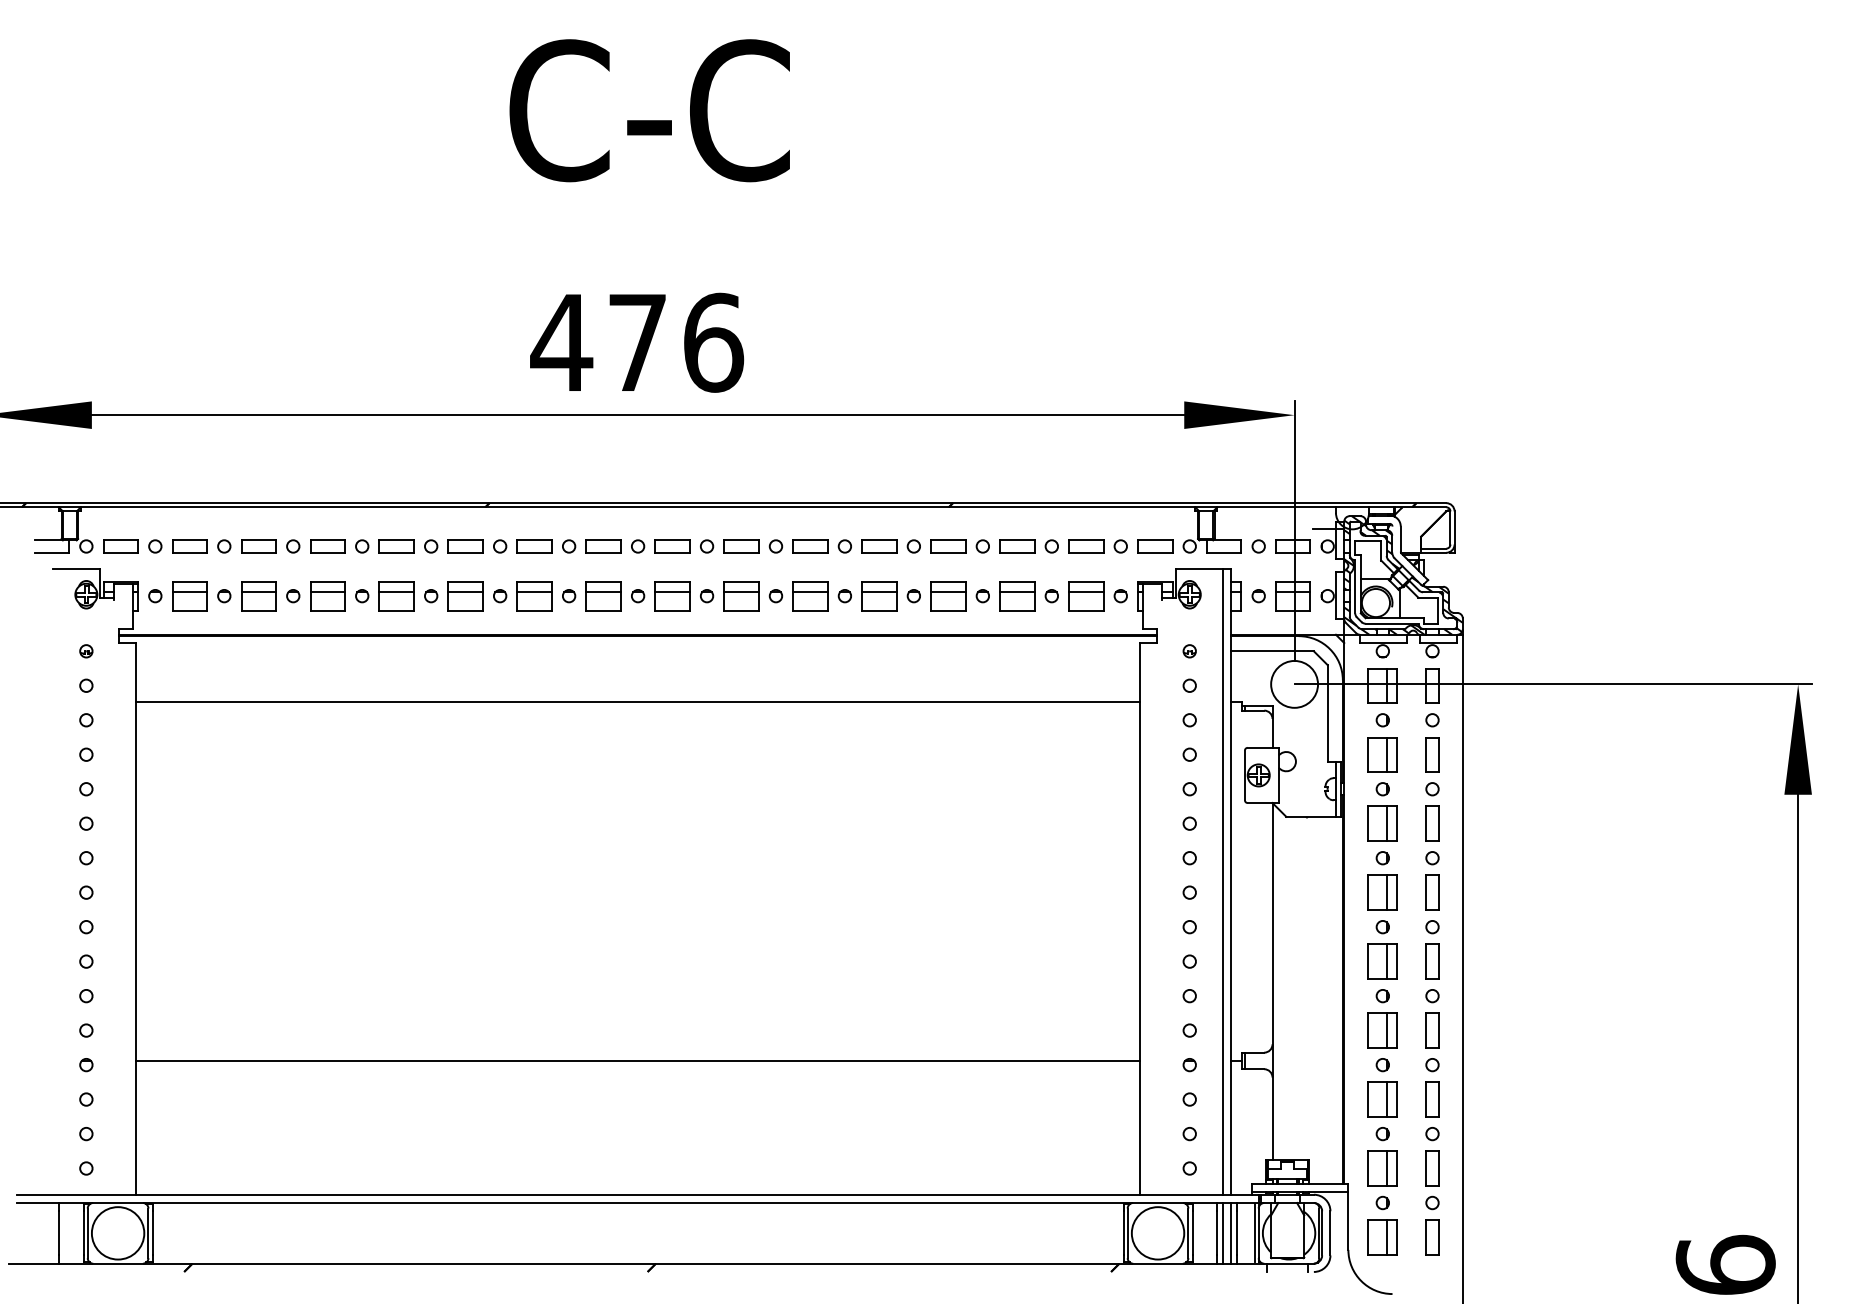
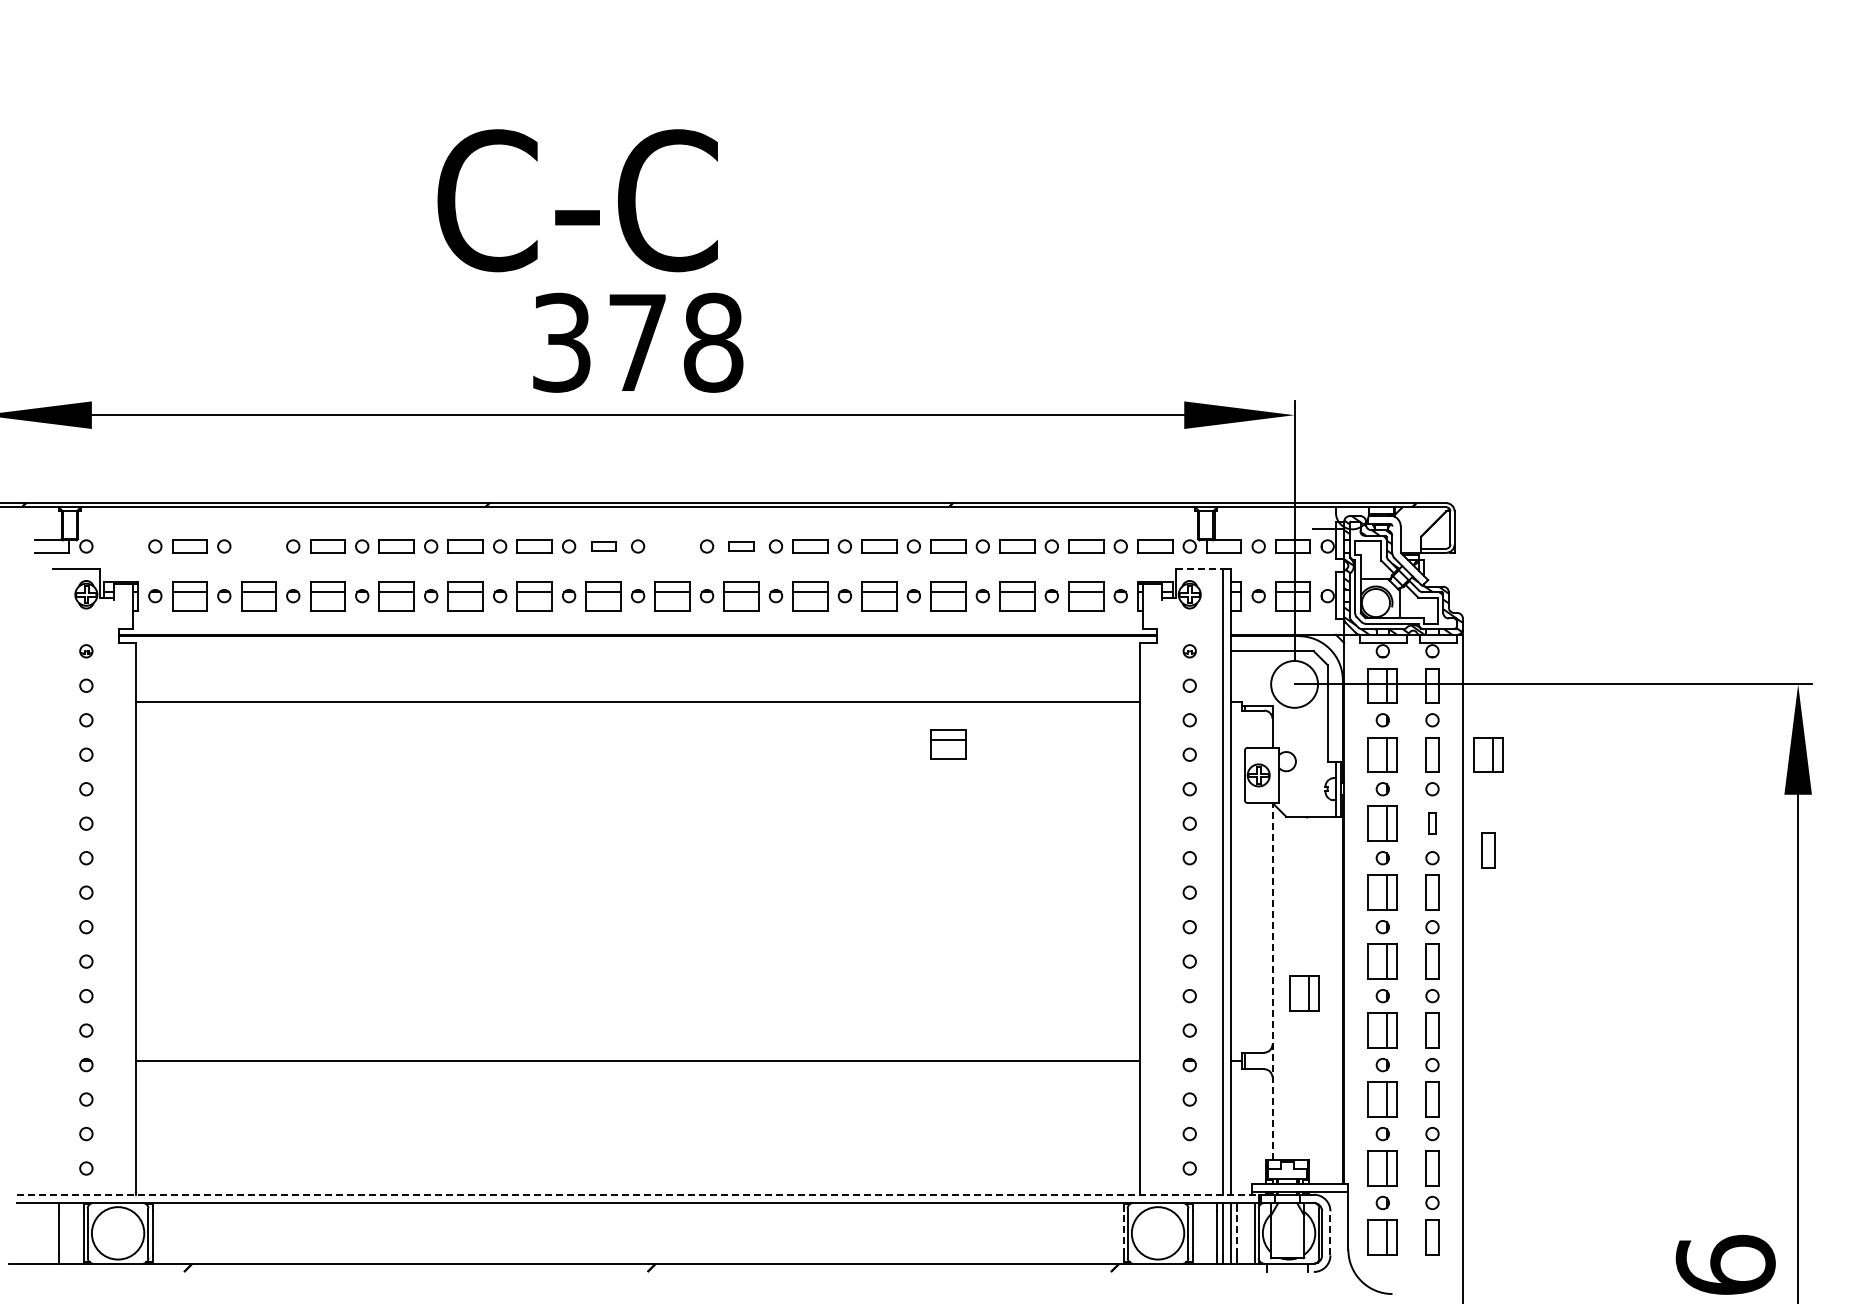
text at (649, 110) position: (649, 110) -> (577, 200)
text at (637, 342): 476 -> 378
part at (120, 546): present -> none
part at (258, 546): present -> none
part at (603, 546) size: 37x15 px -> 26x11 px
part at (672, 546): present -> none
part at (741, 546) size: 37x15 px -> 27x11 px
line at (1199, 568): solid -> dashed
part at (948, 744): none -> present
part at (1488, 754): none -> present
part at (1432, 823) size: 15x37 px -> 9x23 px
part at (1488, 850): none -> present
line at (1272, 981): solid -> dashed
part at (1304, 993): none -> present
line at (638, 1194): solid -> dashed
line at (1123, 1232): solid -> dashed
line at (1236, 1232): solid -> dashed
line at (1330, 1232): solid -> dashed
